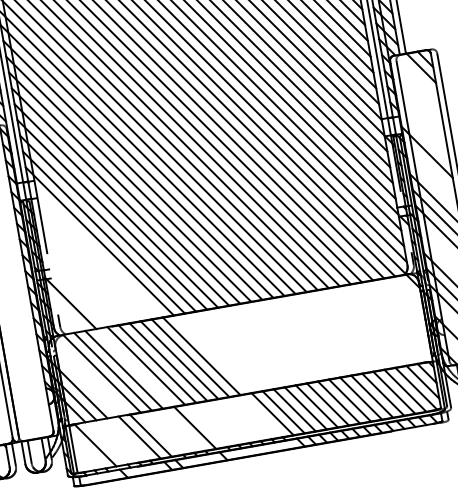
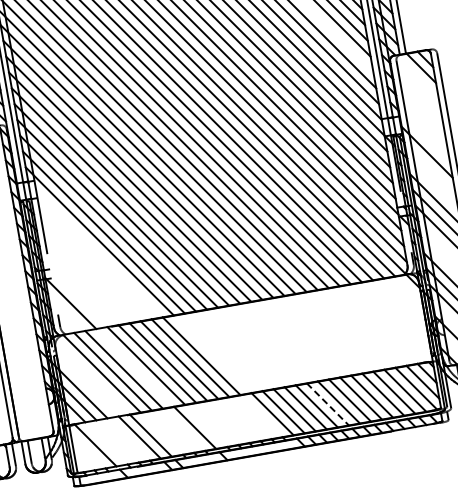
line at (338, 37): present -> none
line at (327, 404): solid -> dashed
